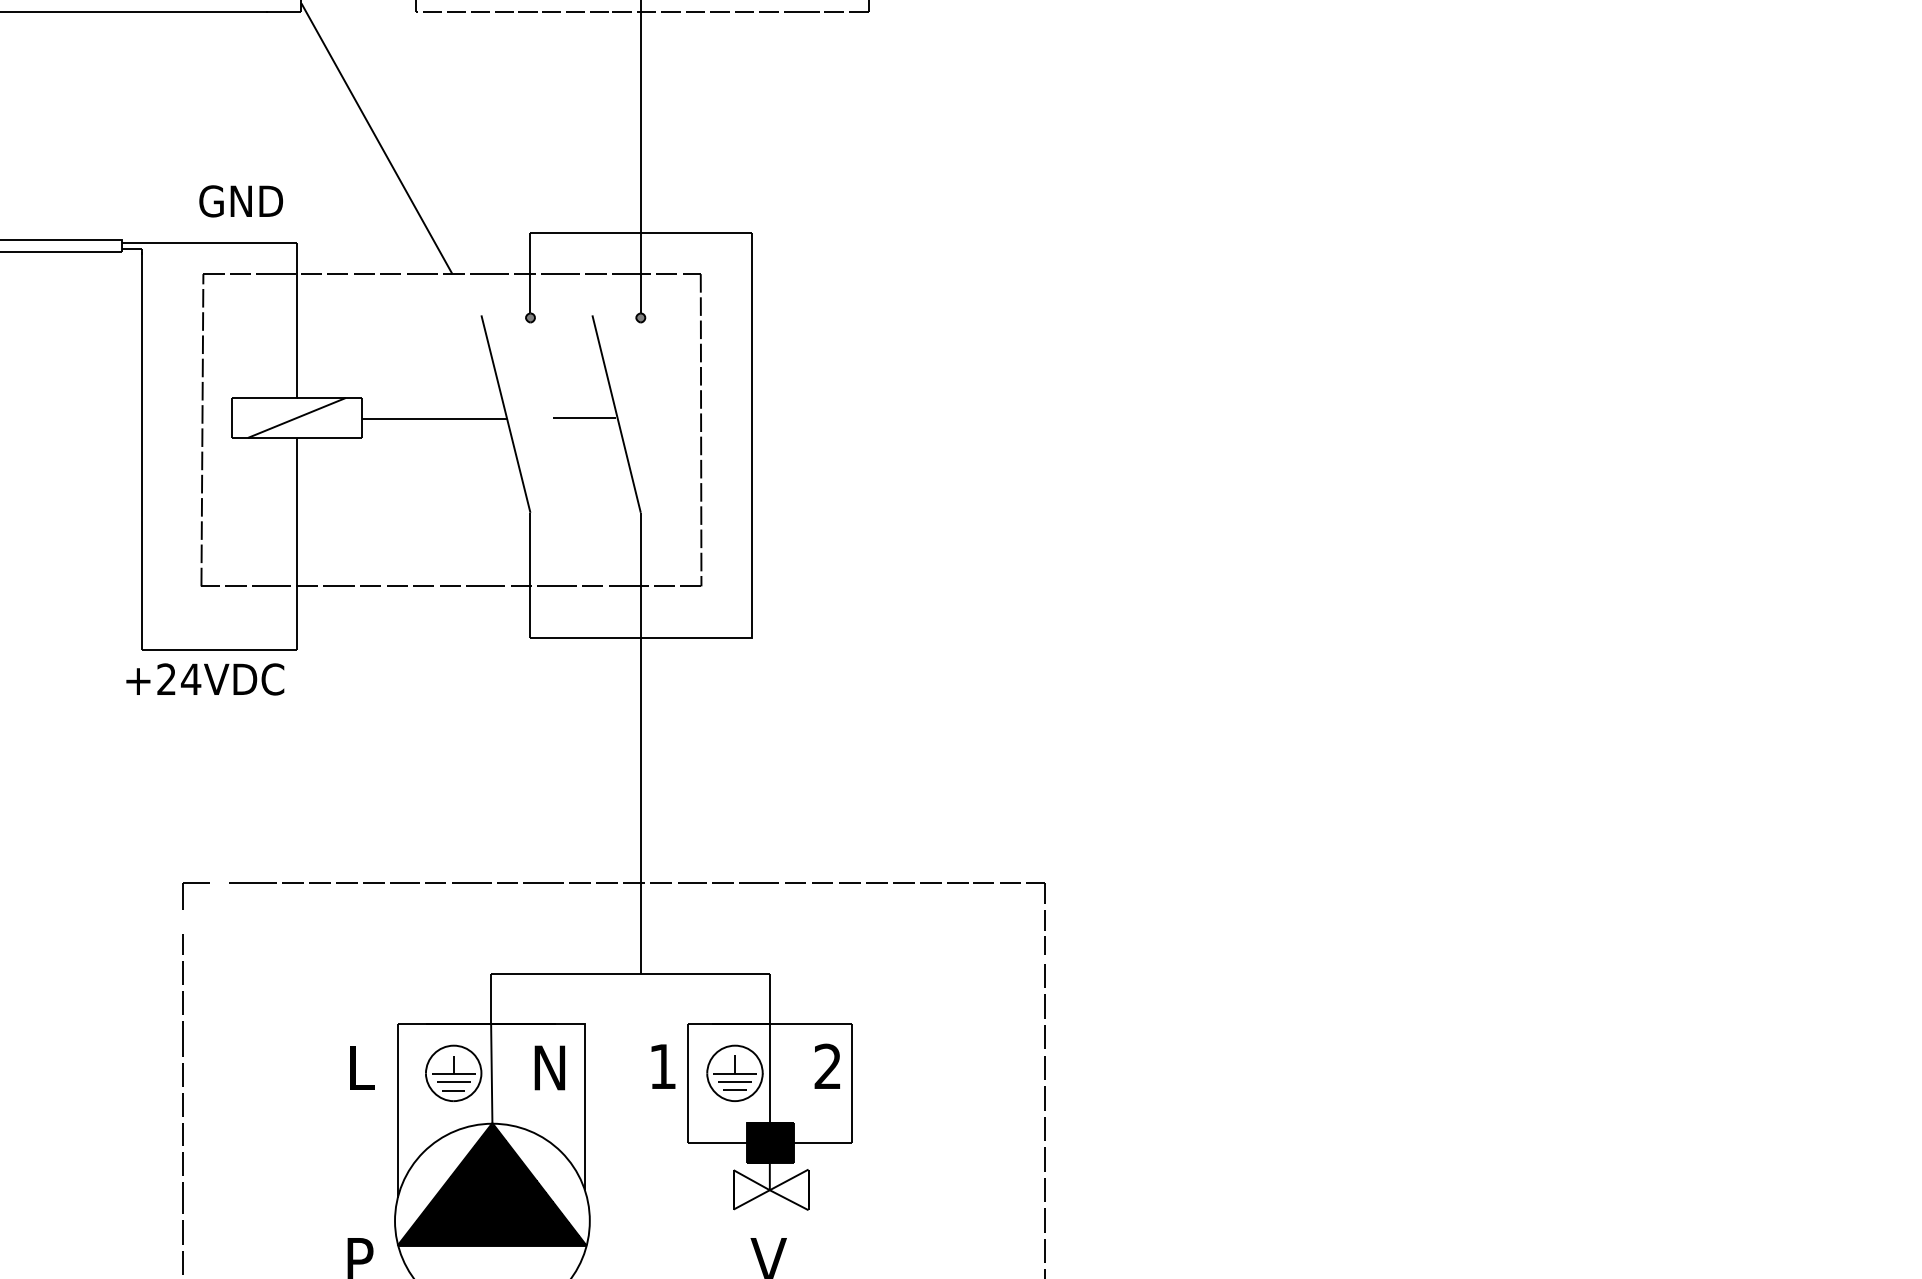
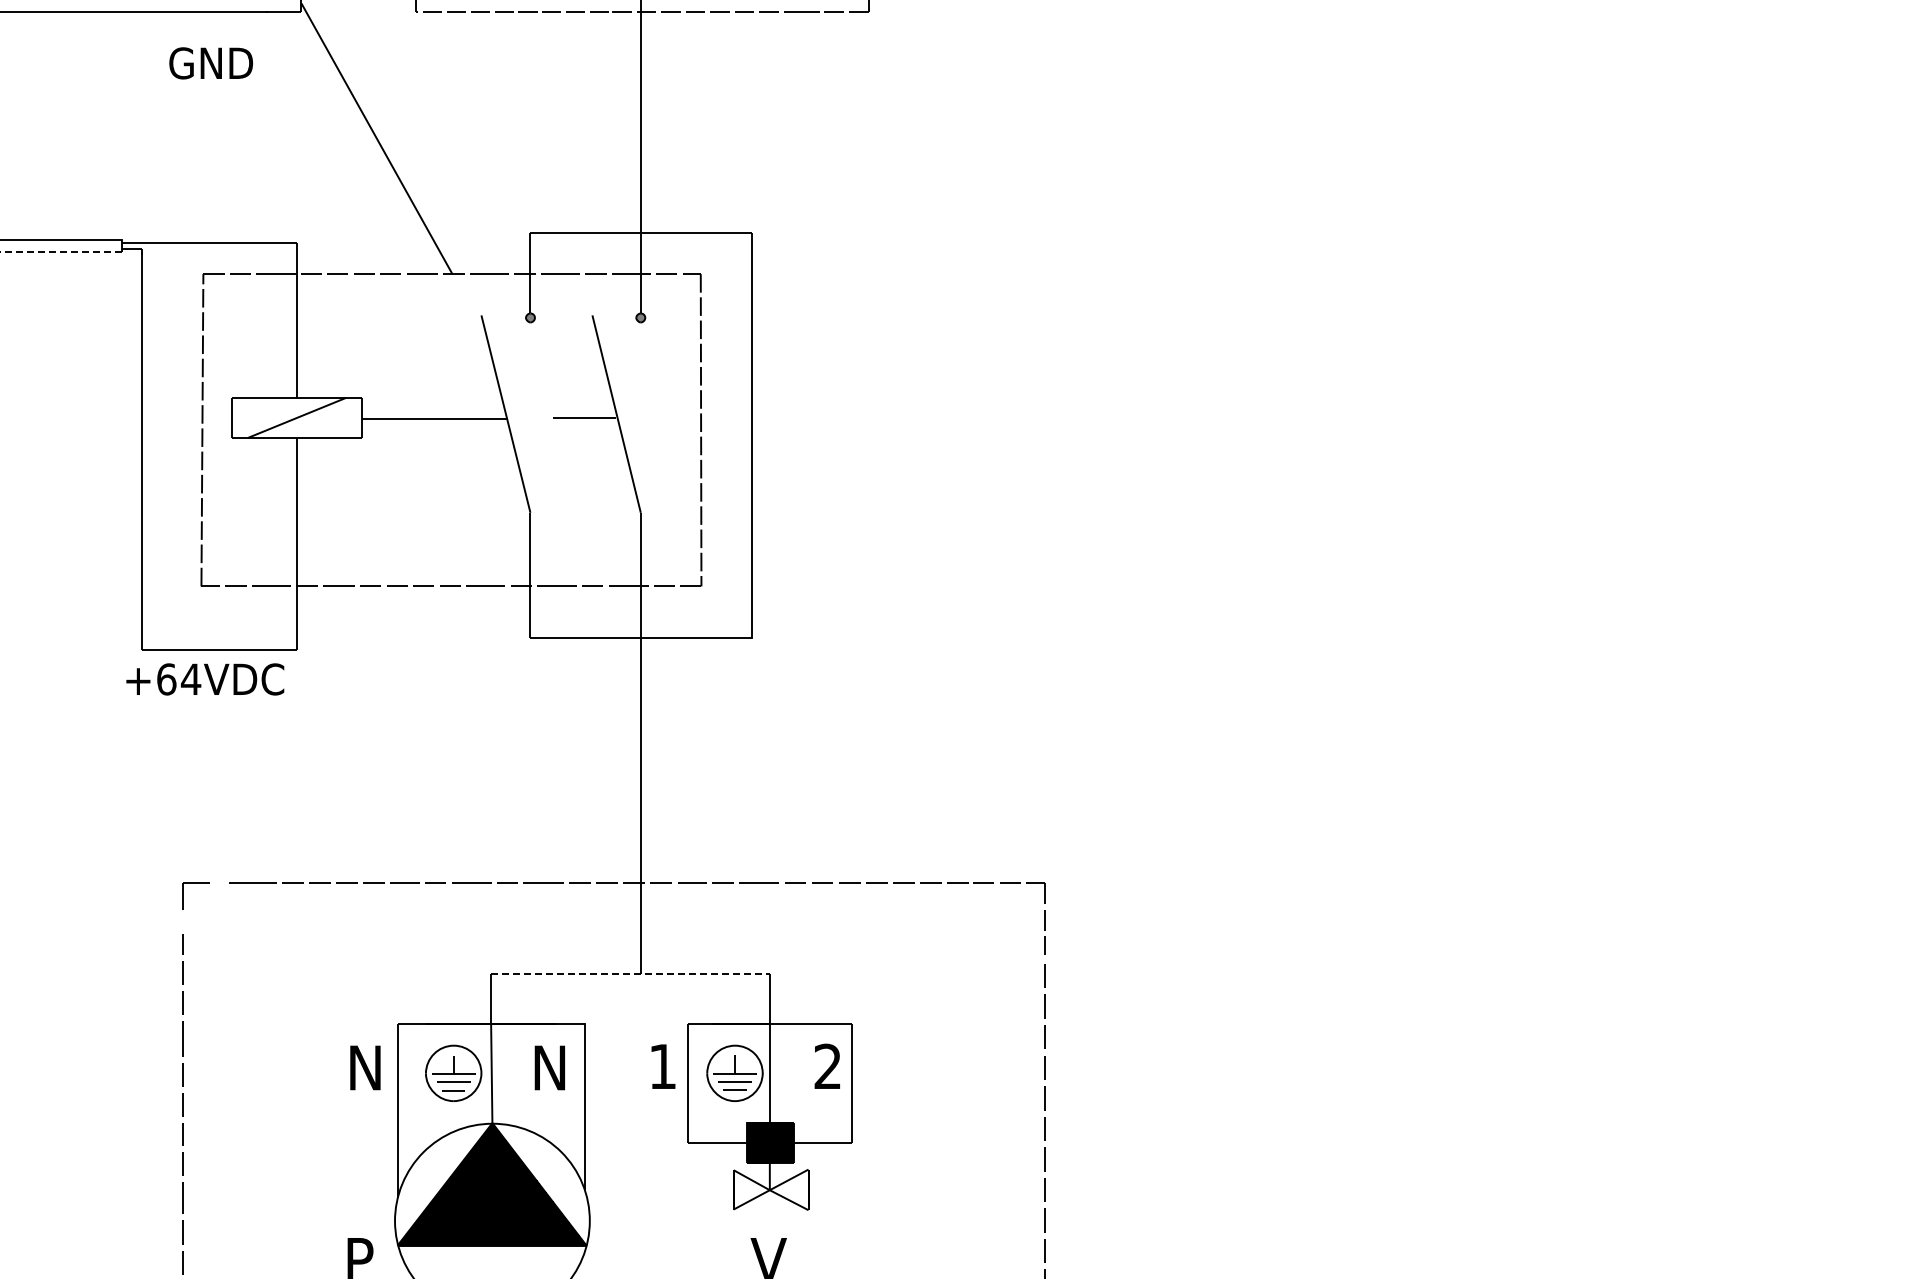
text at (240, 201) position: (240, 201) -> (210, 63)
line at (61, 251): solid -> dashed
text at (166, 679): +24VDC -> +64VDC
line at (631, 974): solid -> dashed
text at (365, 1067): L -> N
